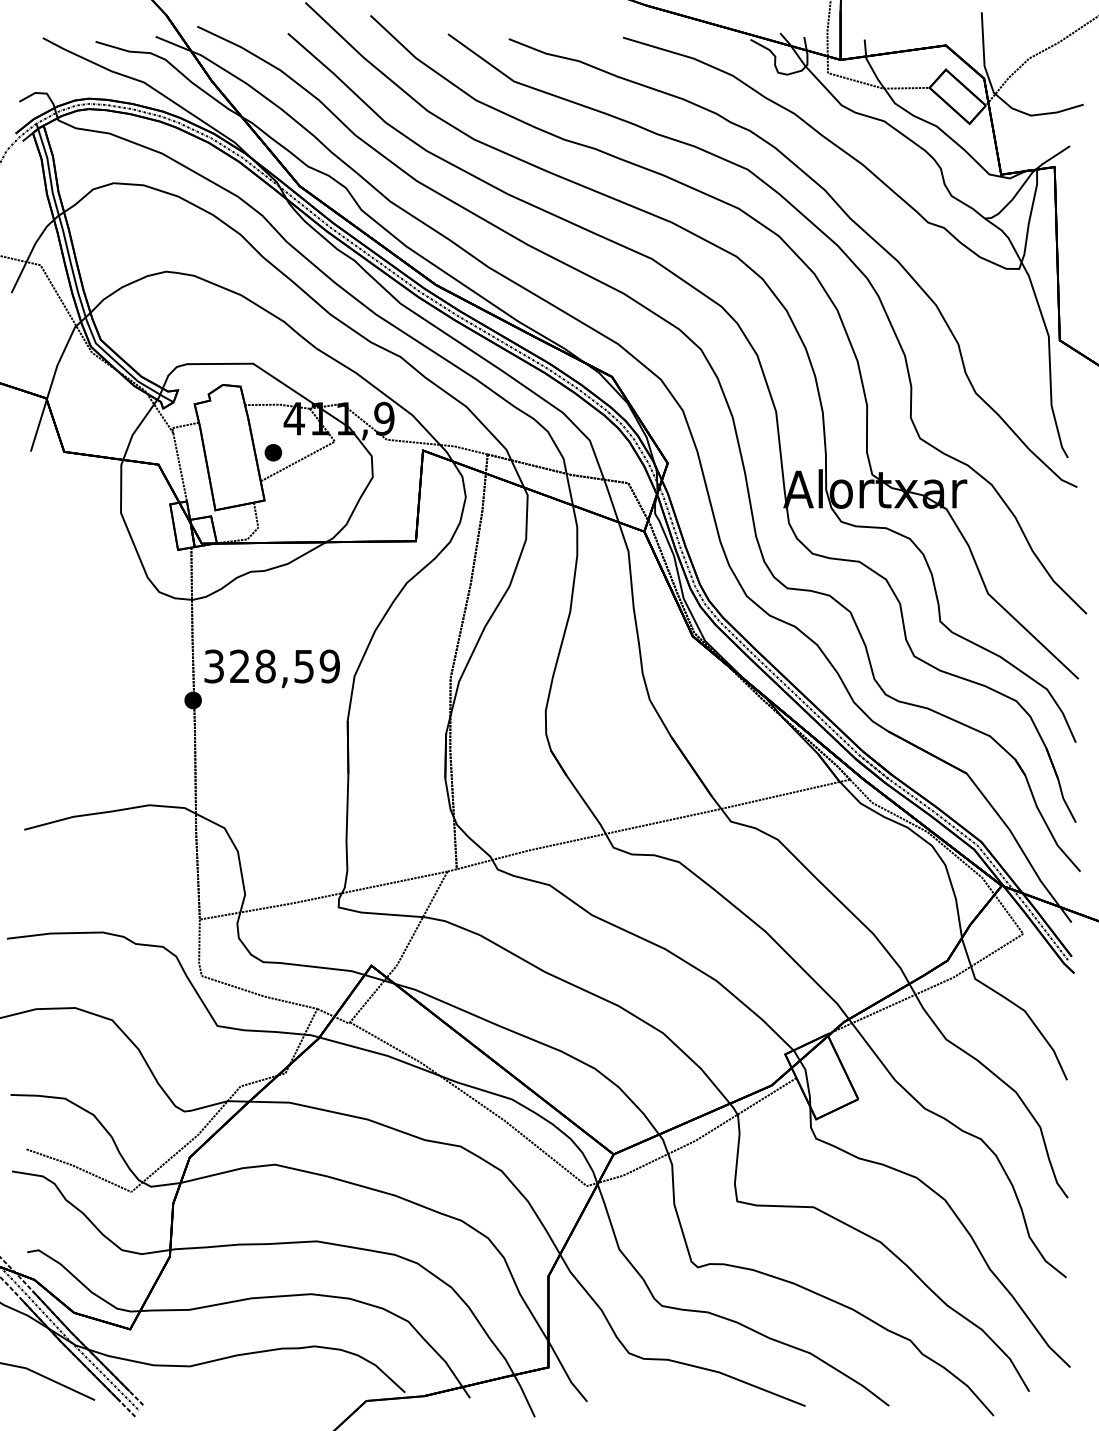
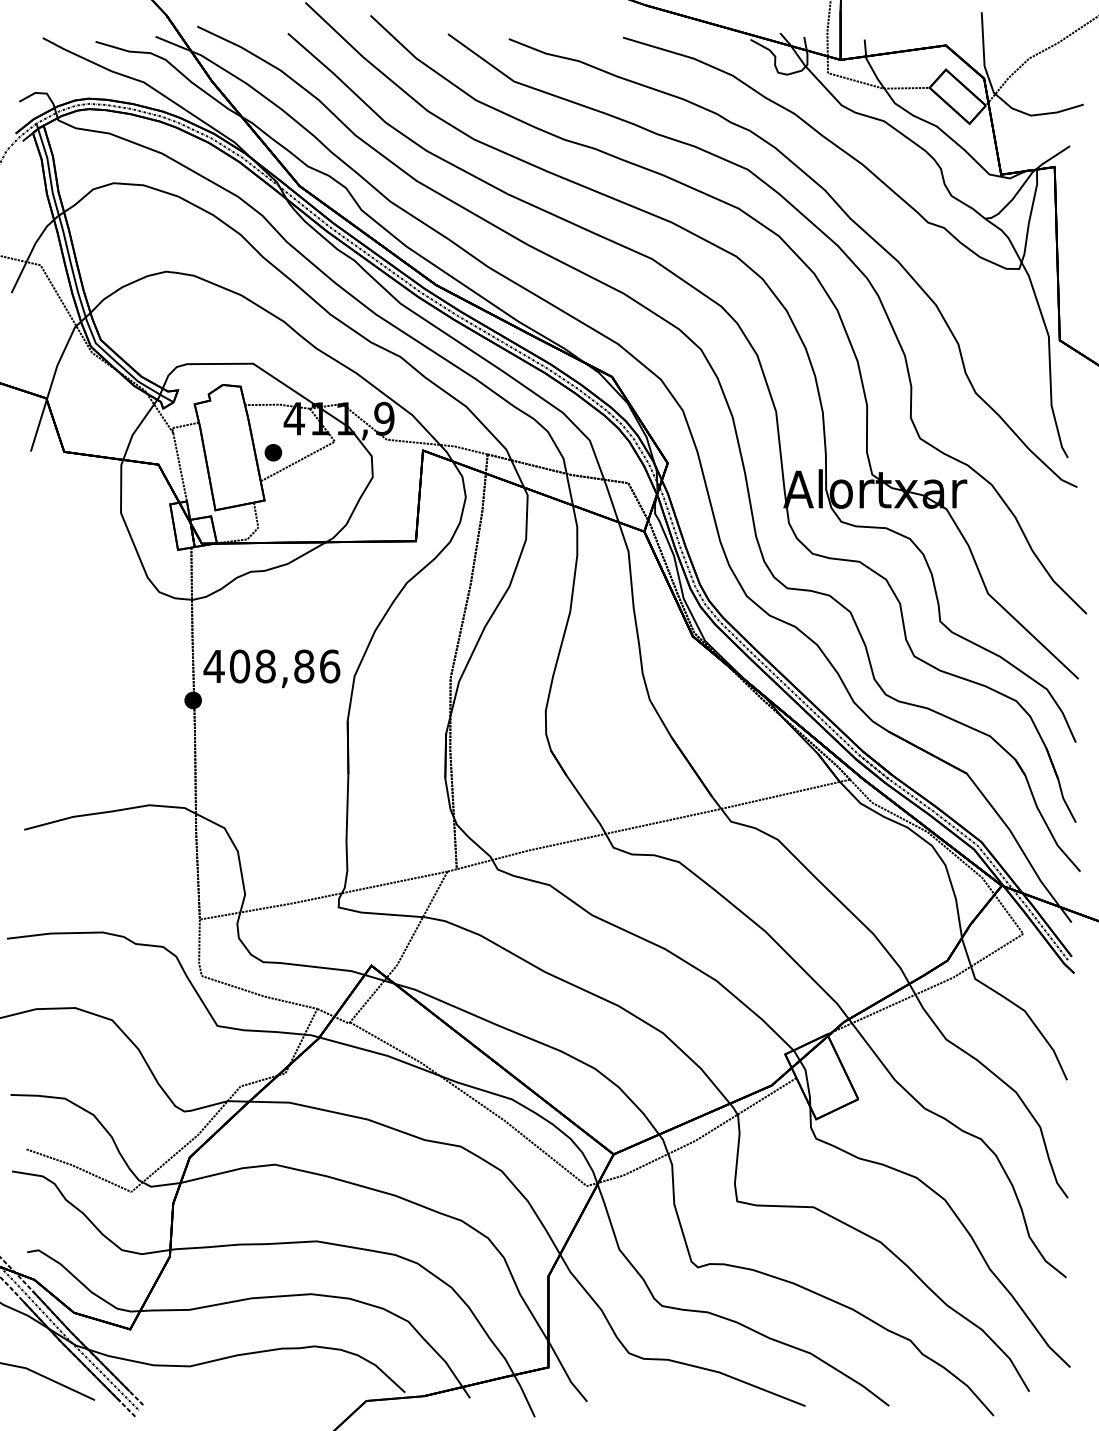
text at (271, 666): 328,59 -> 408,86
